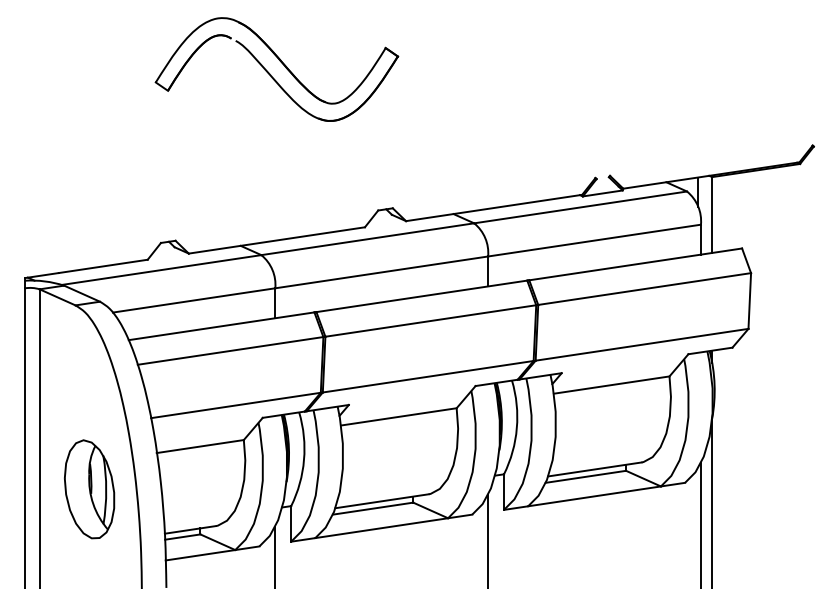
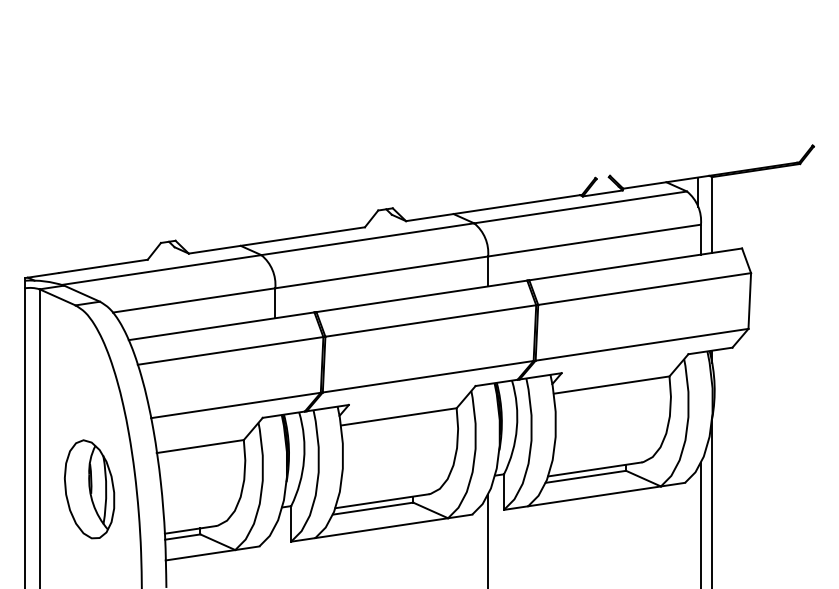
part at (270, 73): present -> none
line at (275, 555): present -> none
